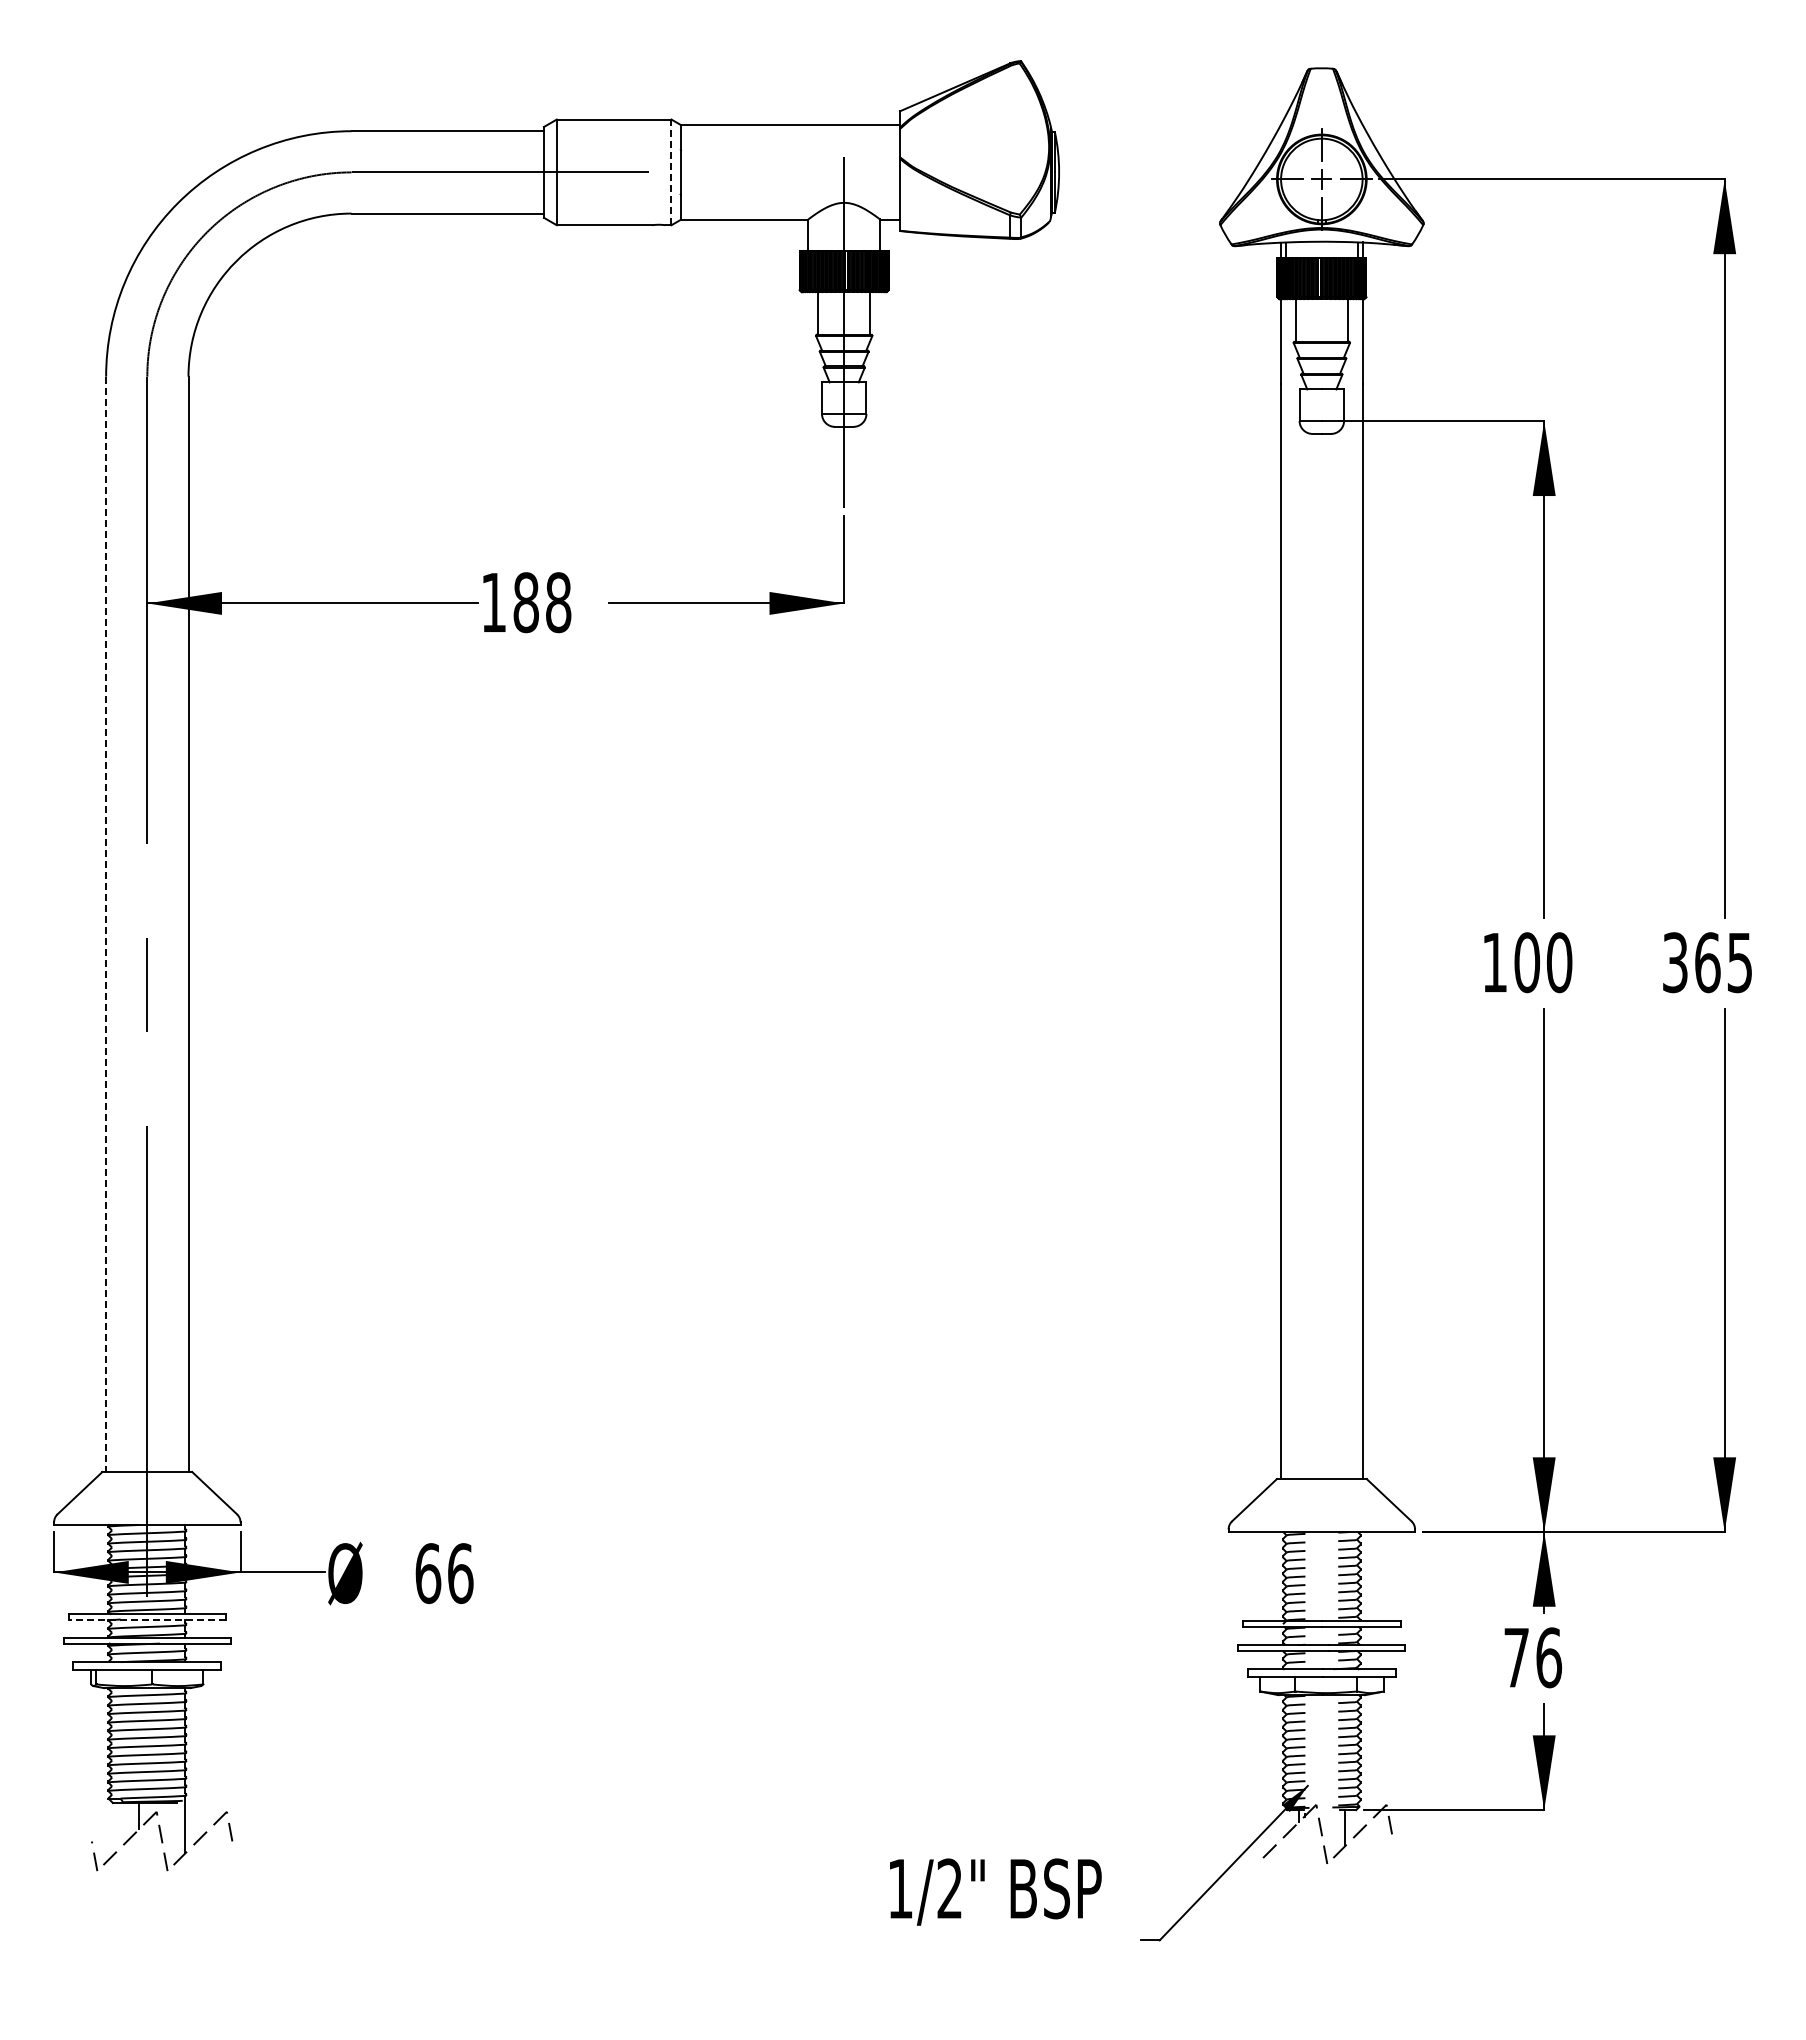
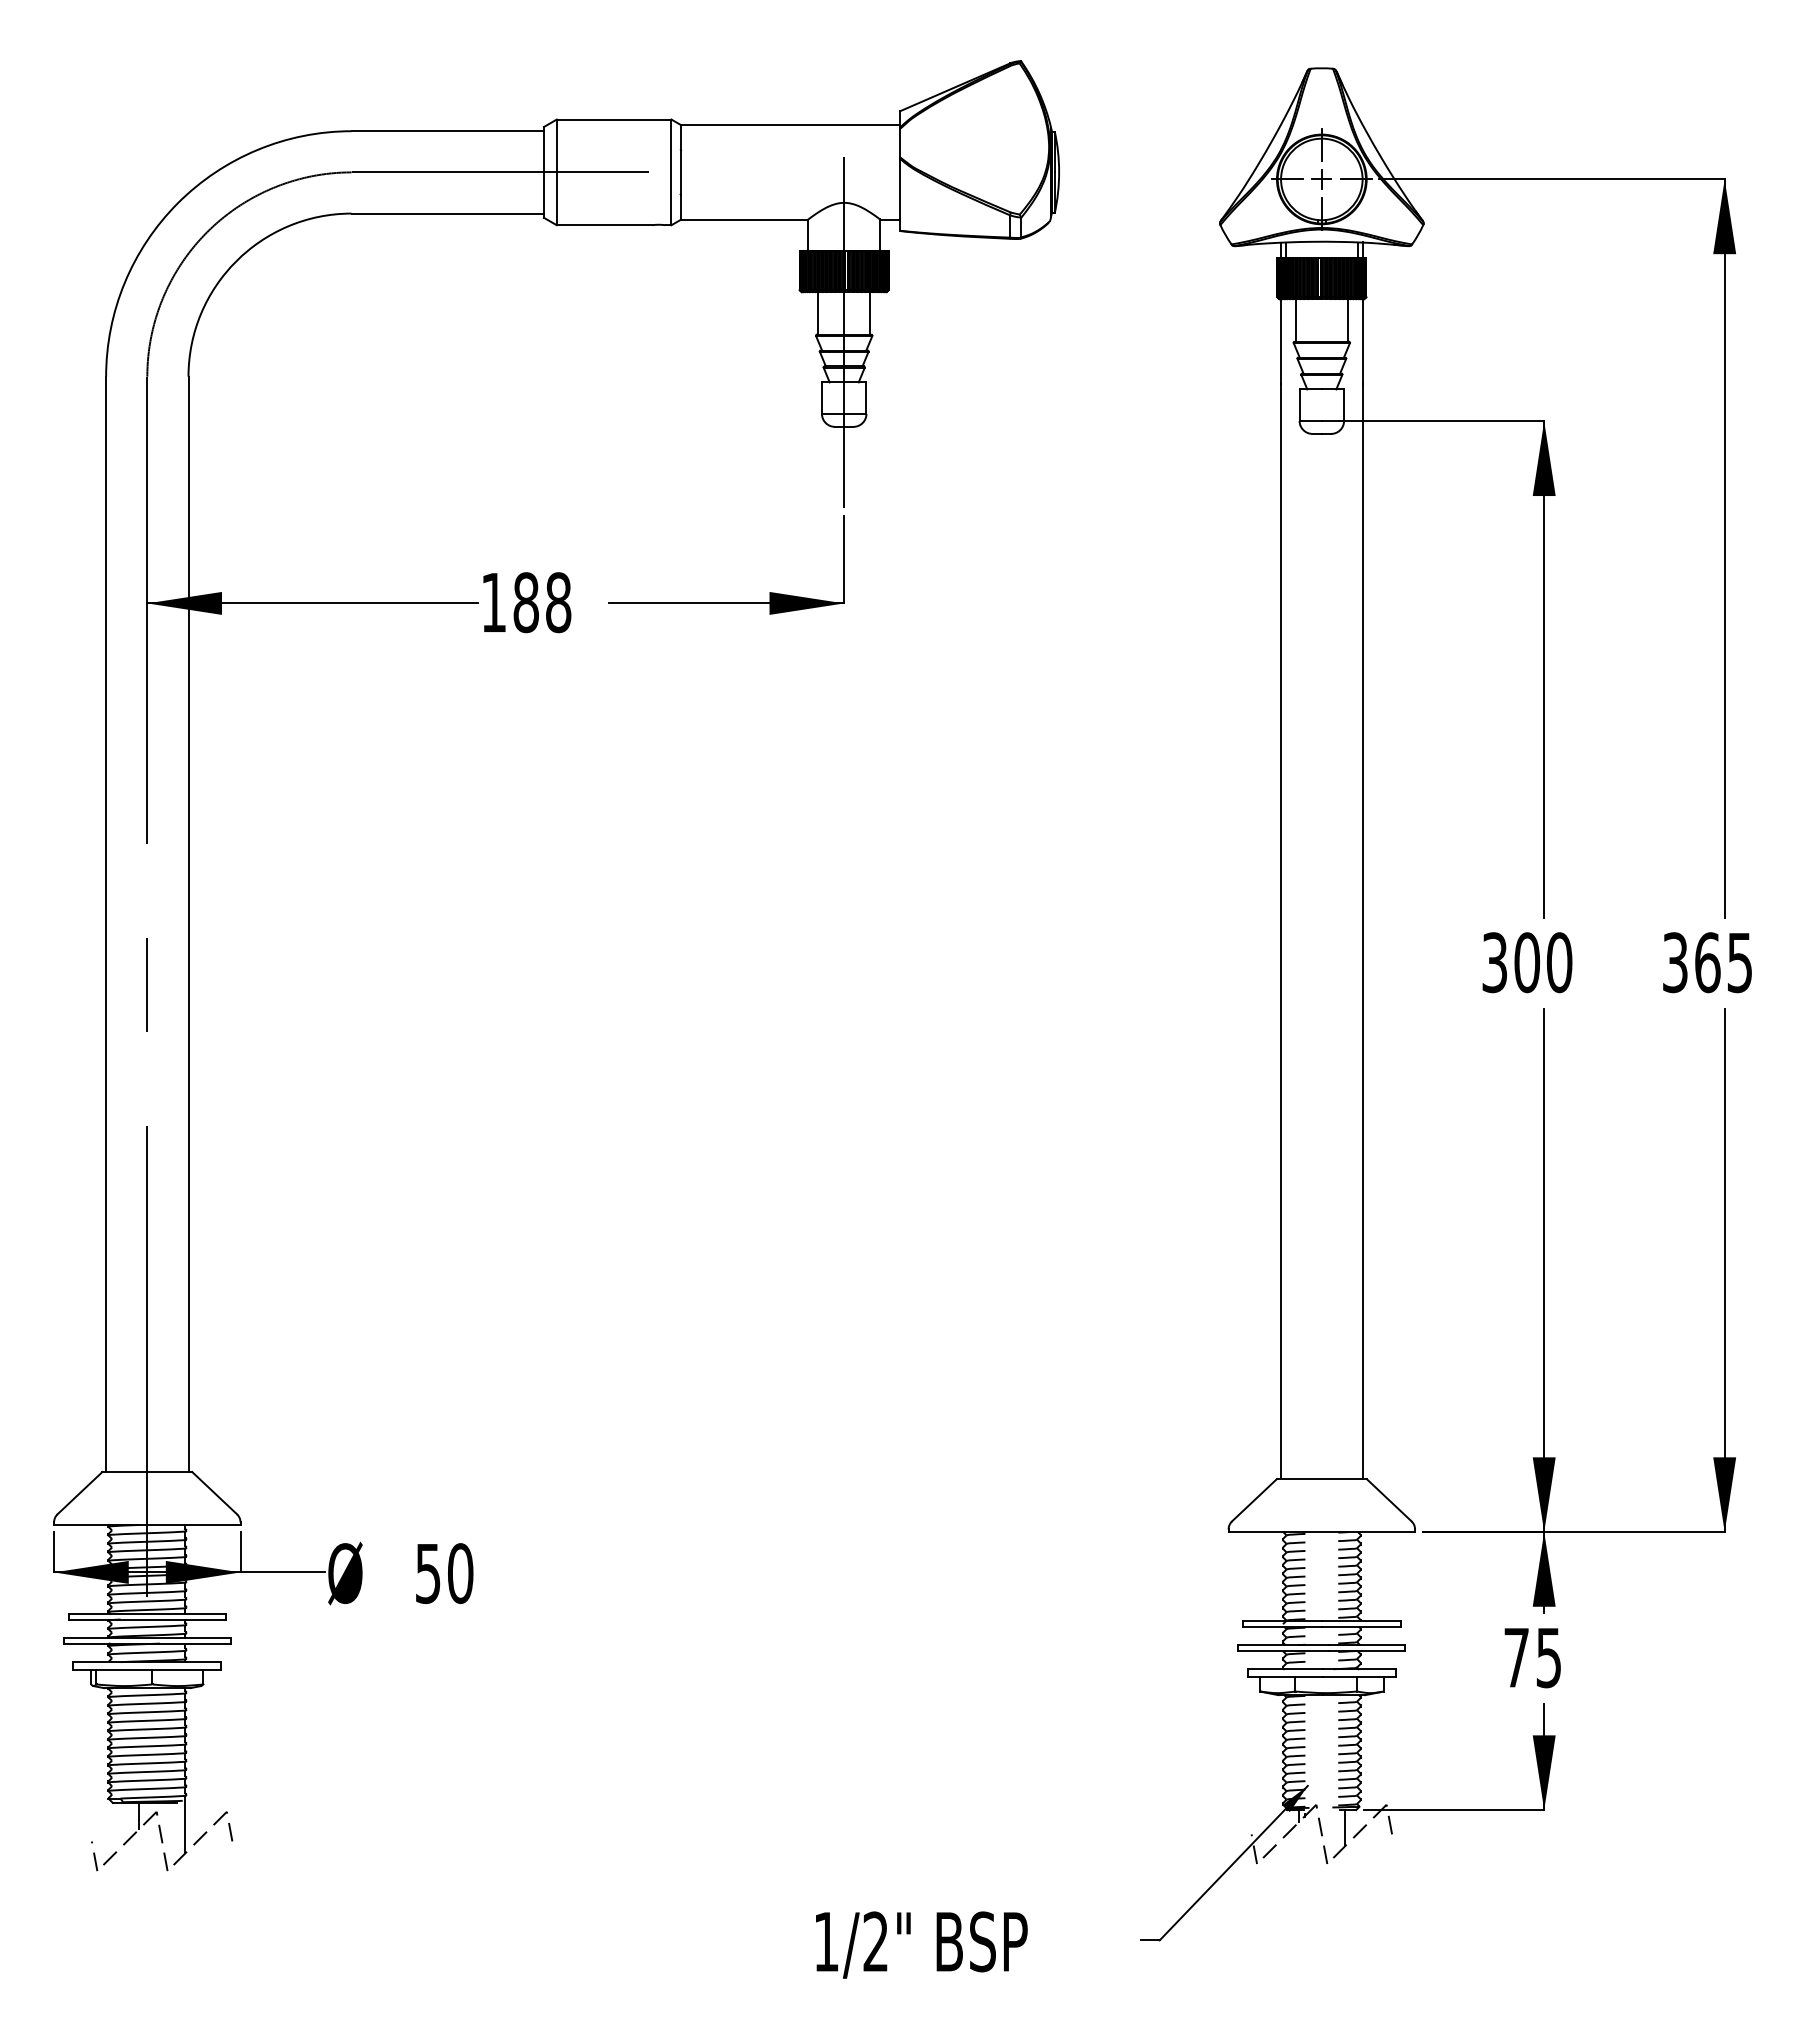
line at (671, 172): dashed -> solid
line at (106, 924): dashed -> solid
text at (1494, 962): 100 -> 300
text at (444, 1573): 66 -> 50
line at (147, 1619): dashed -> solid
text at (1549, 1657): 76 -> 75
line at (1254, 1849): none -> present
text at (995, 1891) position: (995, 1891) -> (921, 1944)
